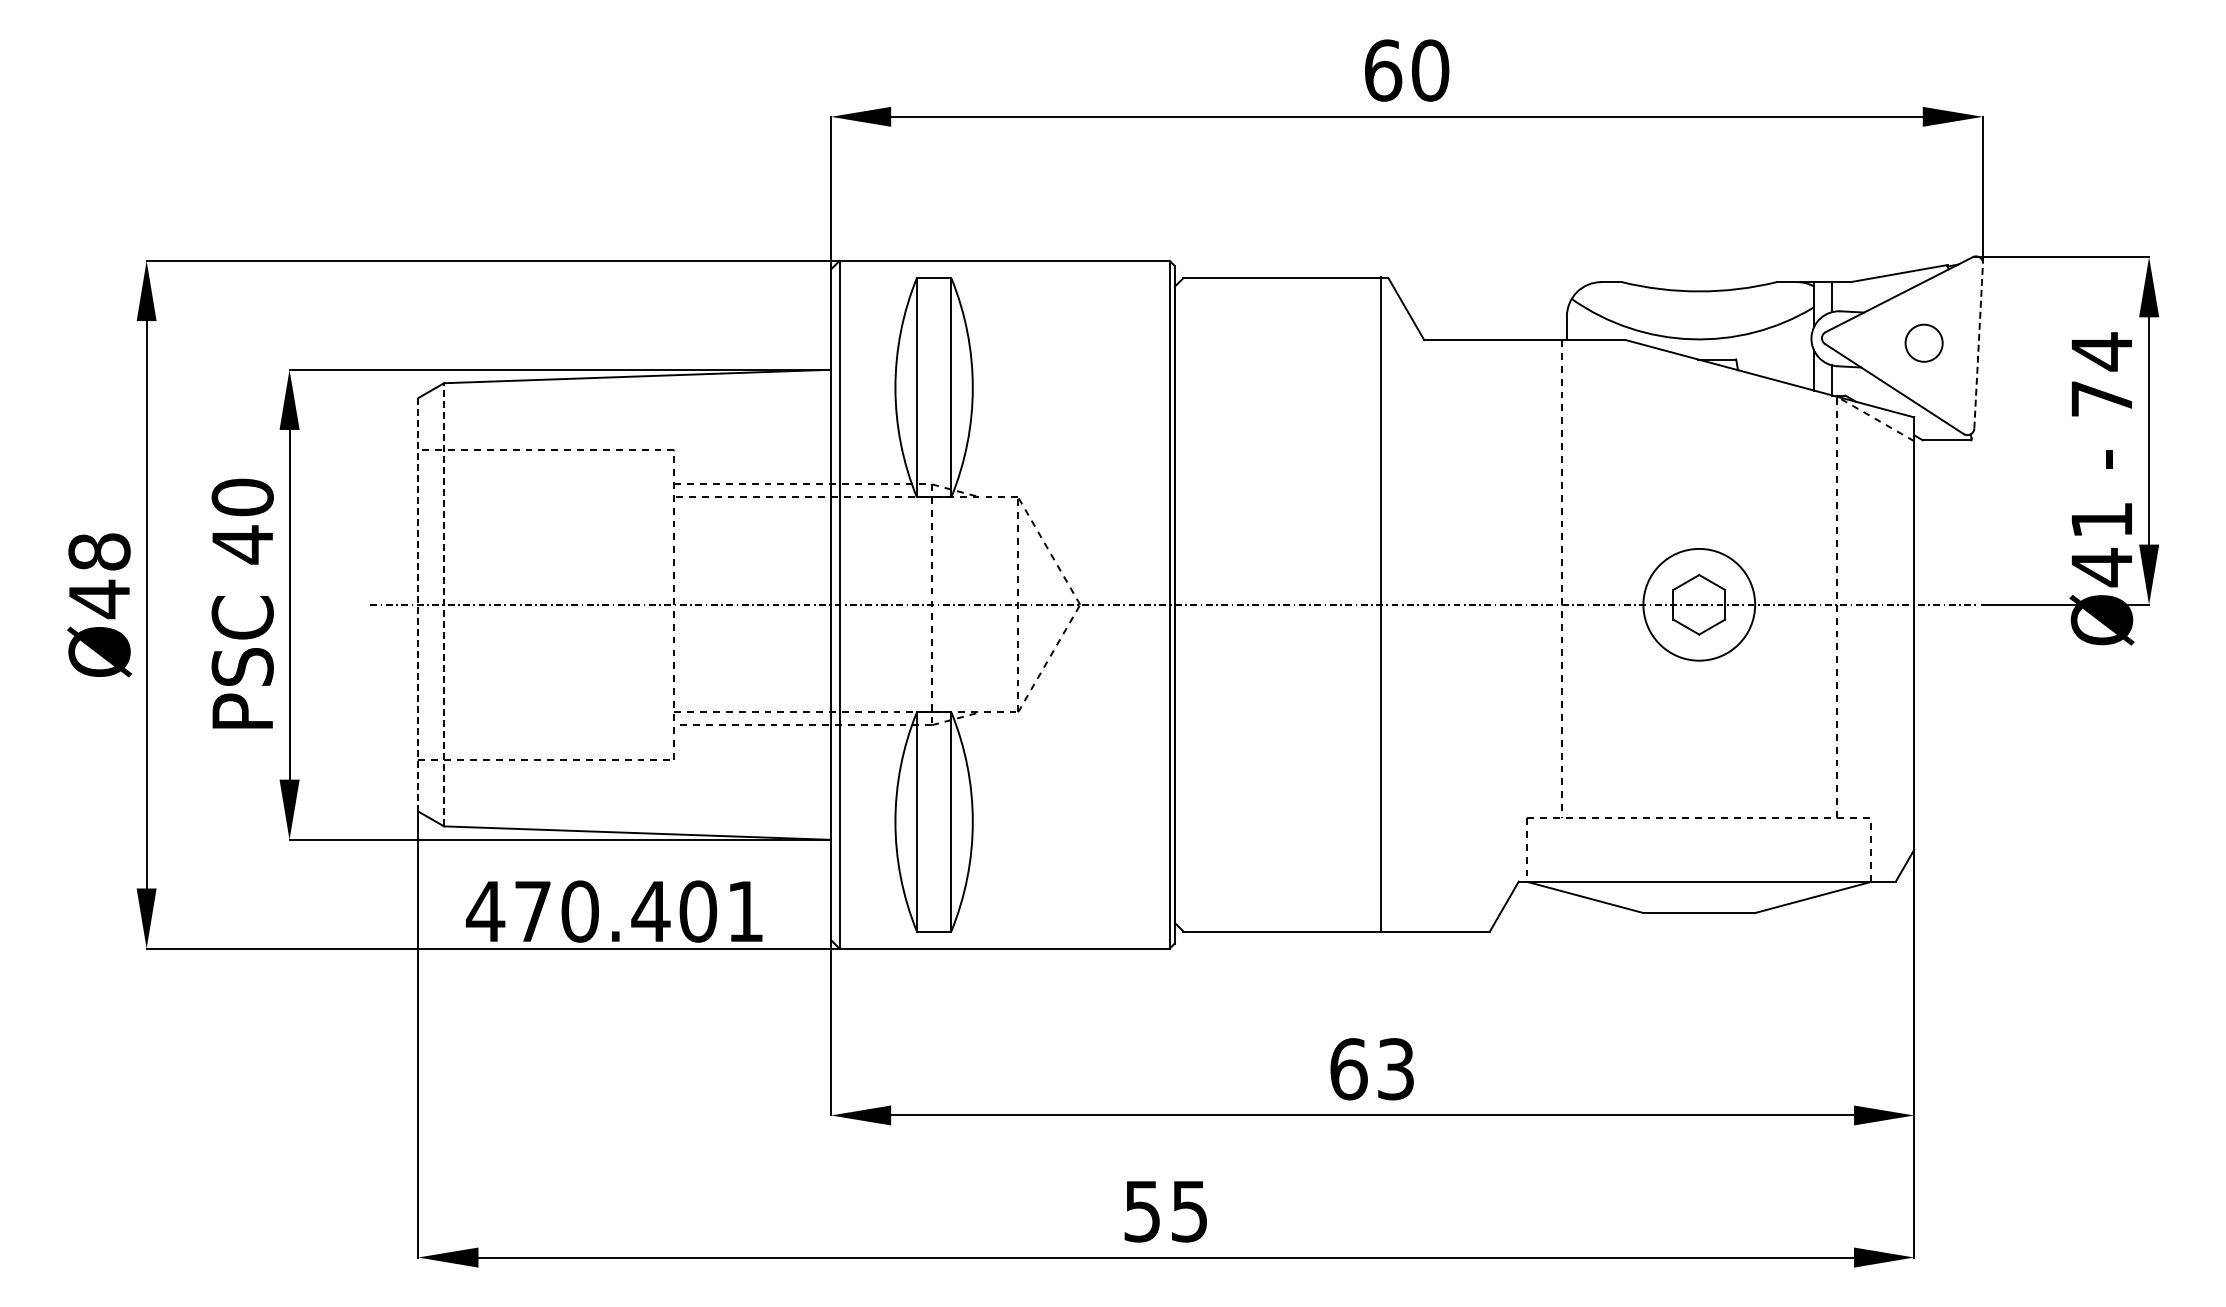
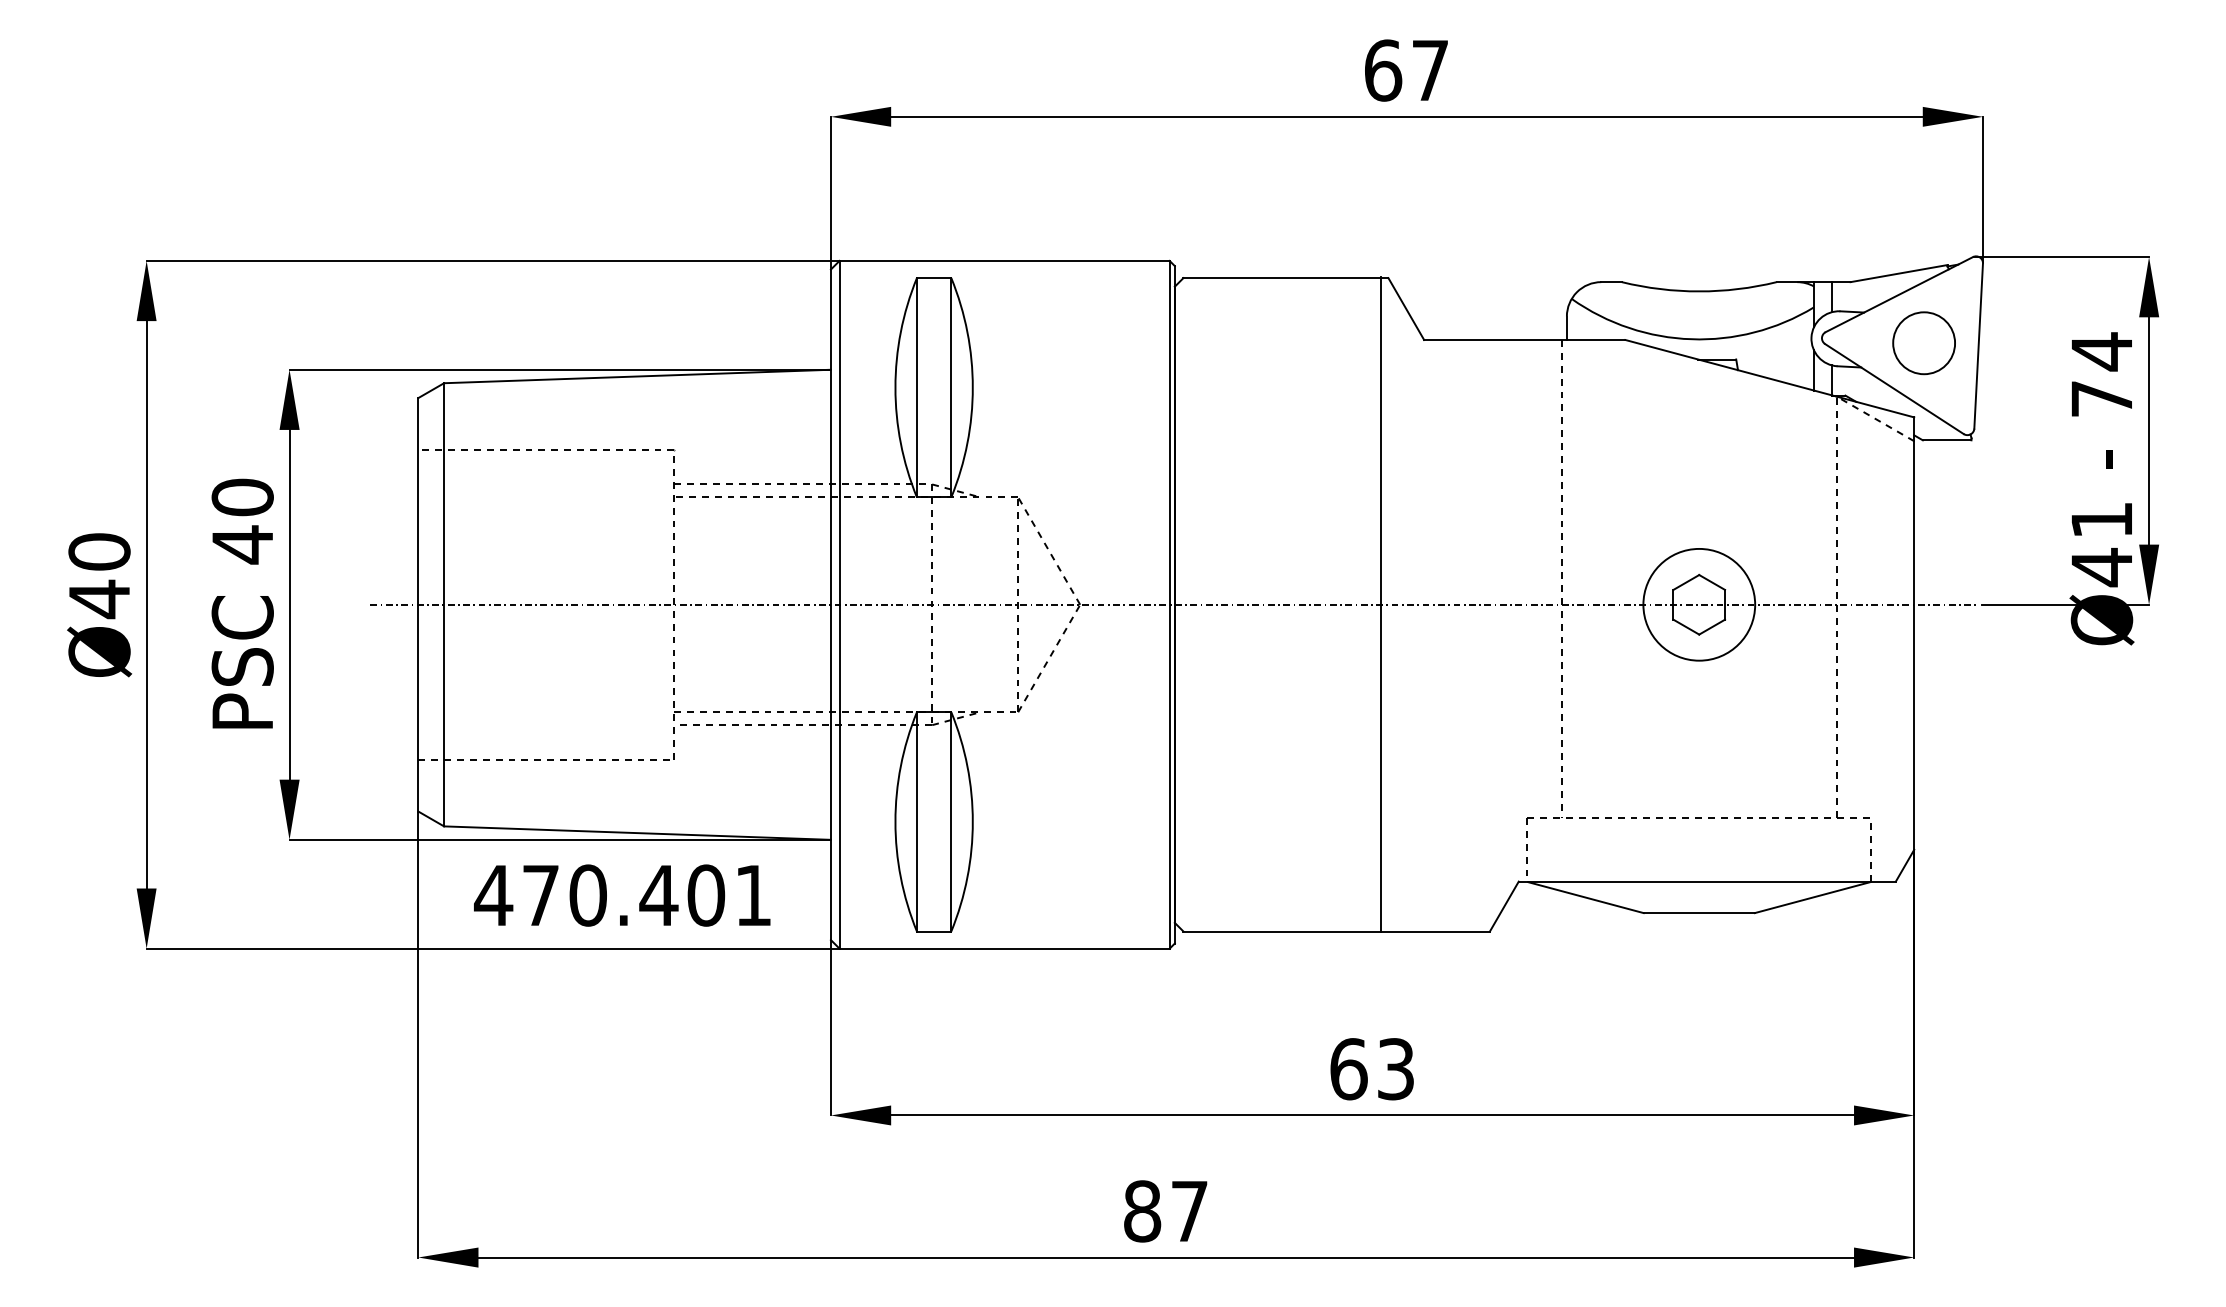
text at (1430, 70): 60 -> 67
circle at (1923, 342) diameter: 37 px -> 62 px
line at (1978, 346): dashed -> solid
text at (99, 551): Ø48 -> Ø40
line at (418, 604): dashed -> solid
line at (444, 604): dashed -> solid
text at (614, 911) position: (614, 911) -> (622, 895)
text at (1165, 1211): 55 -> 87
